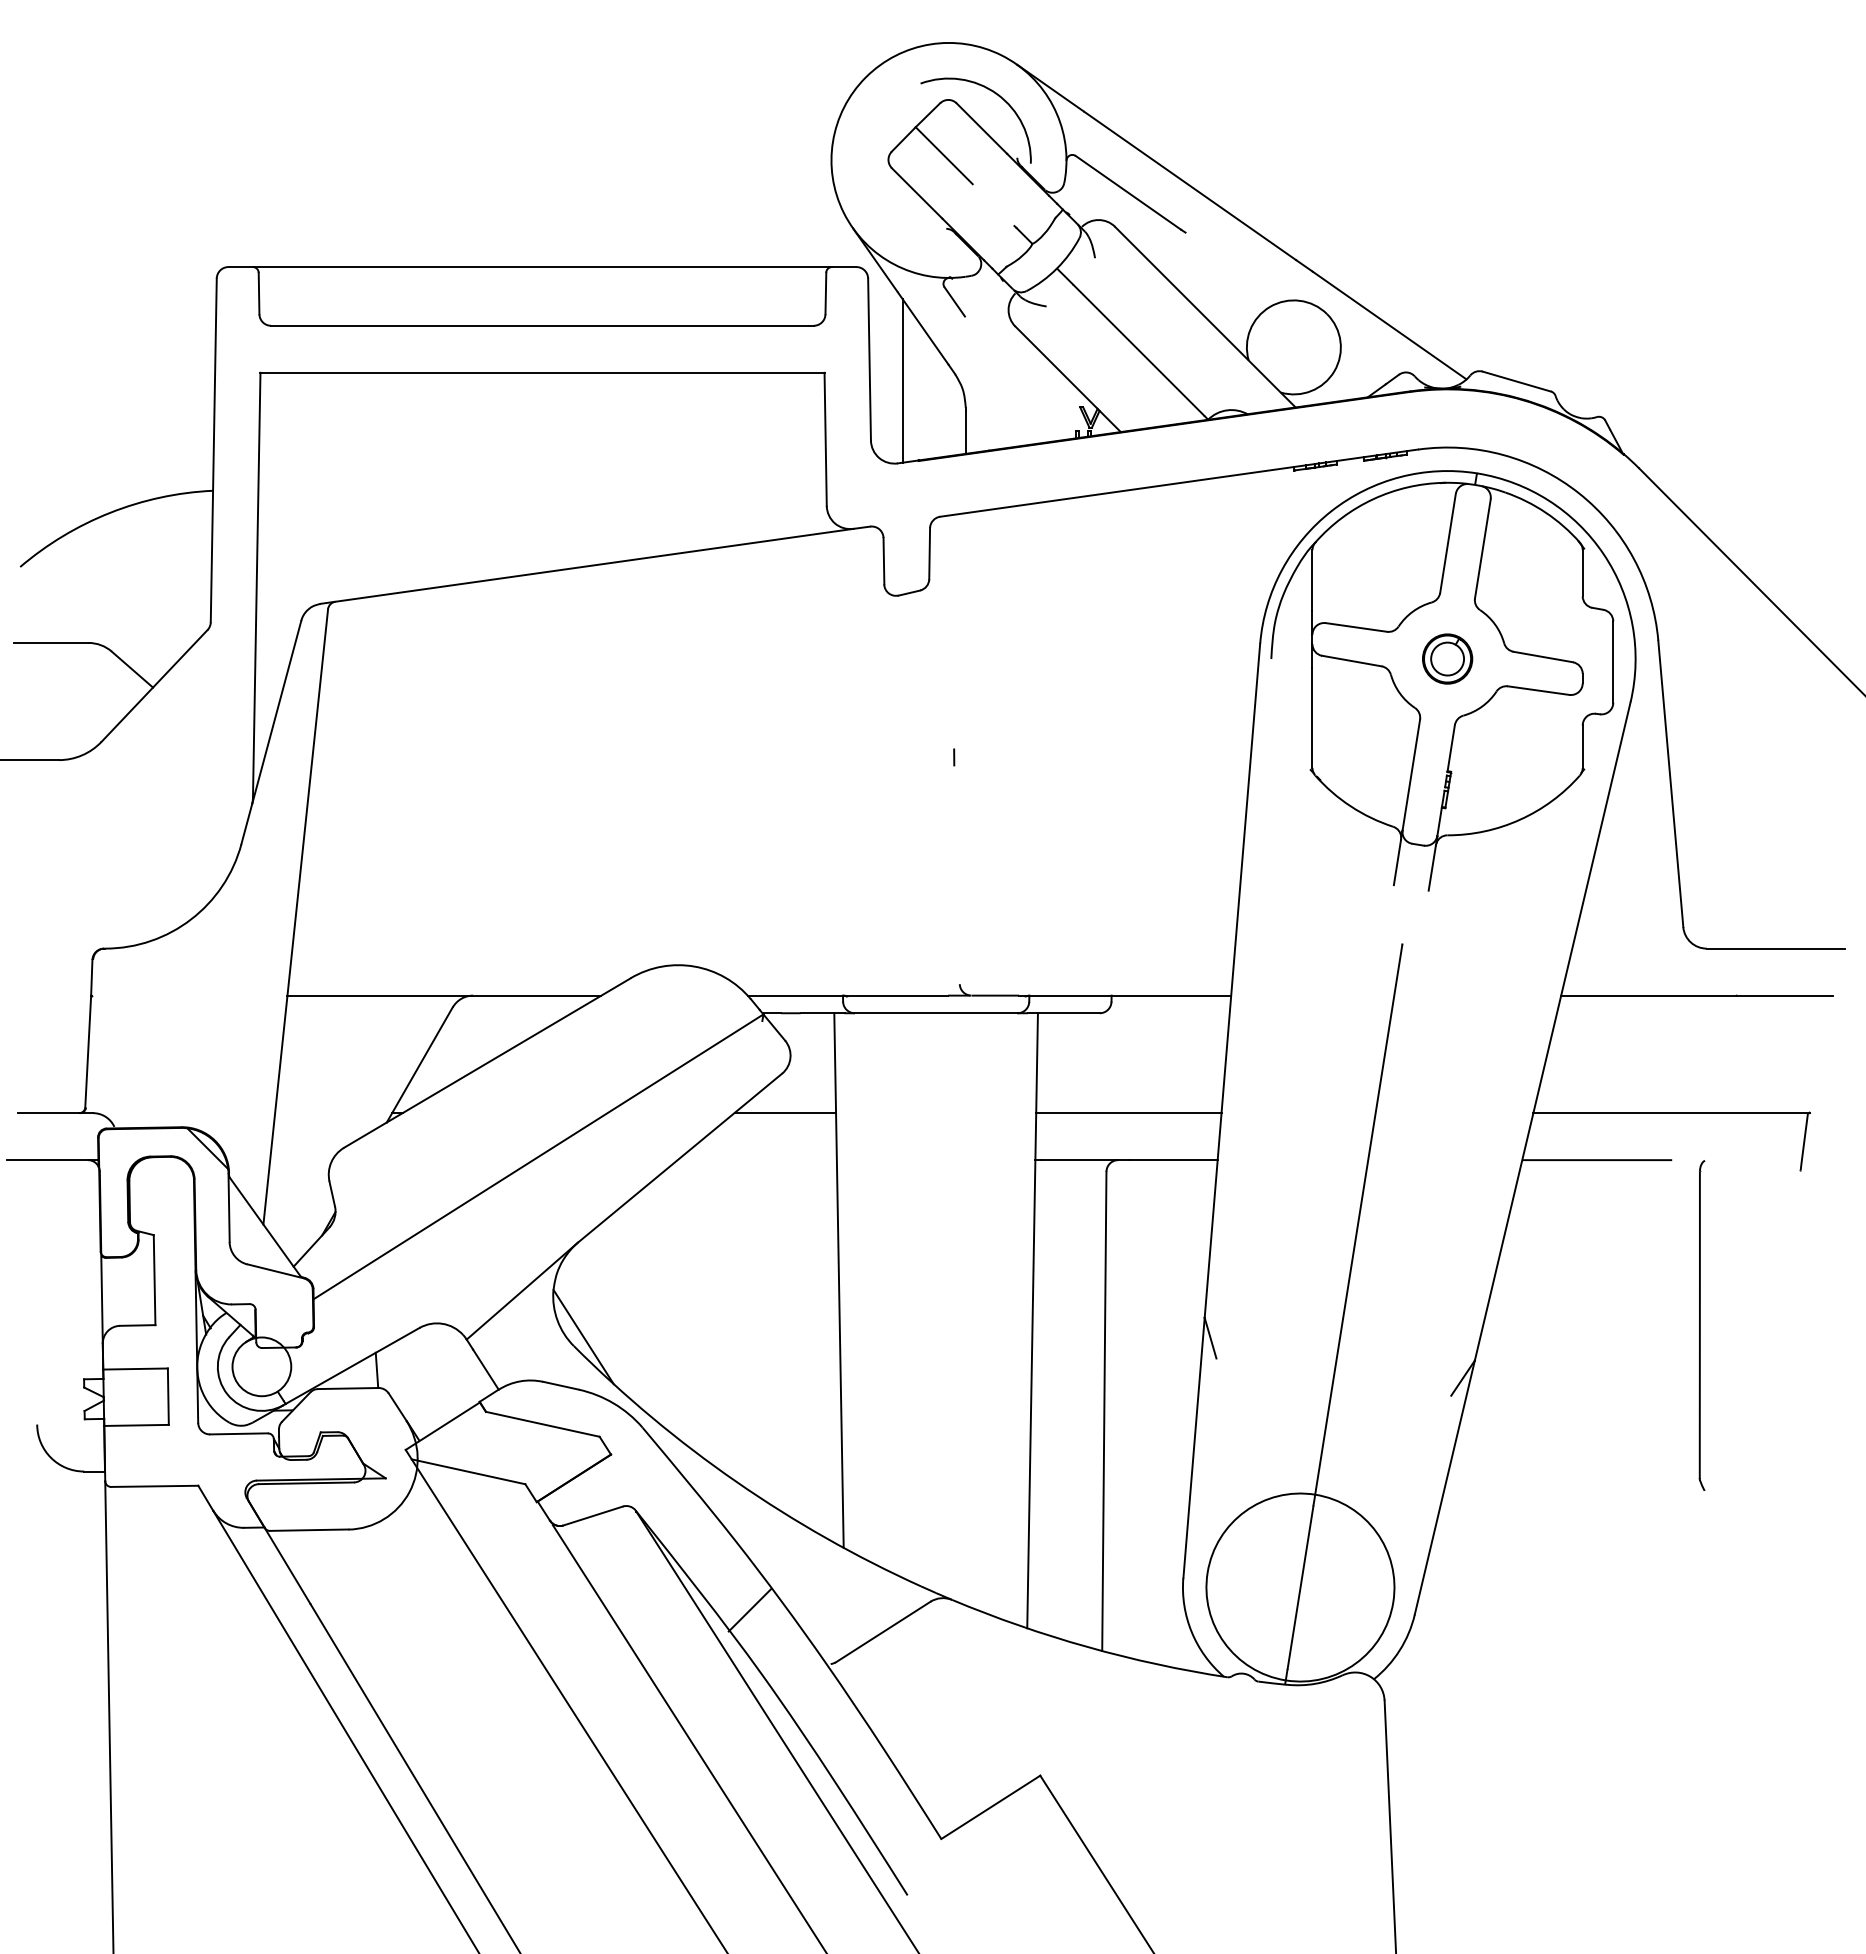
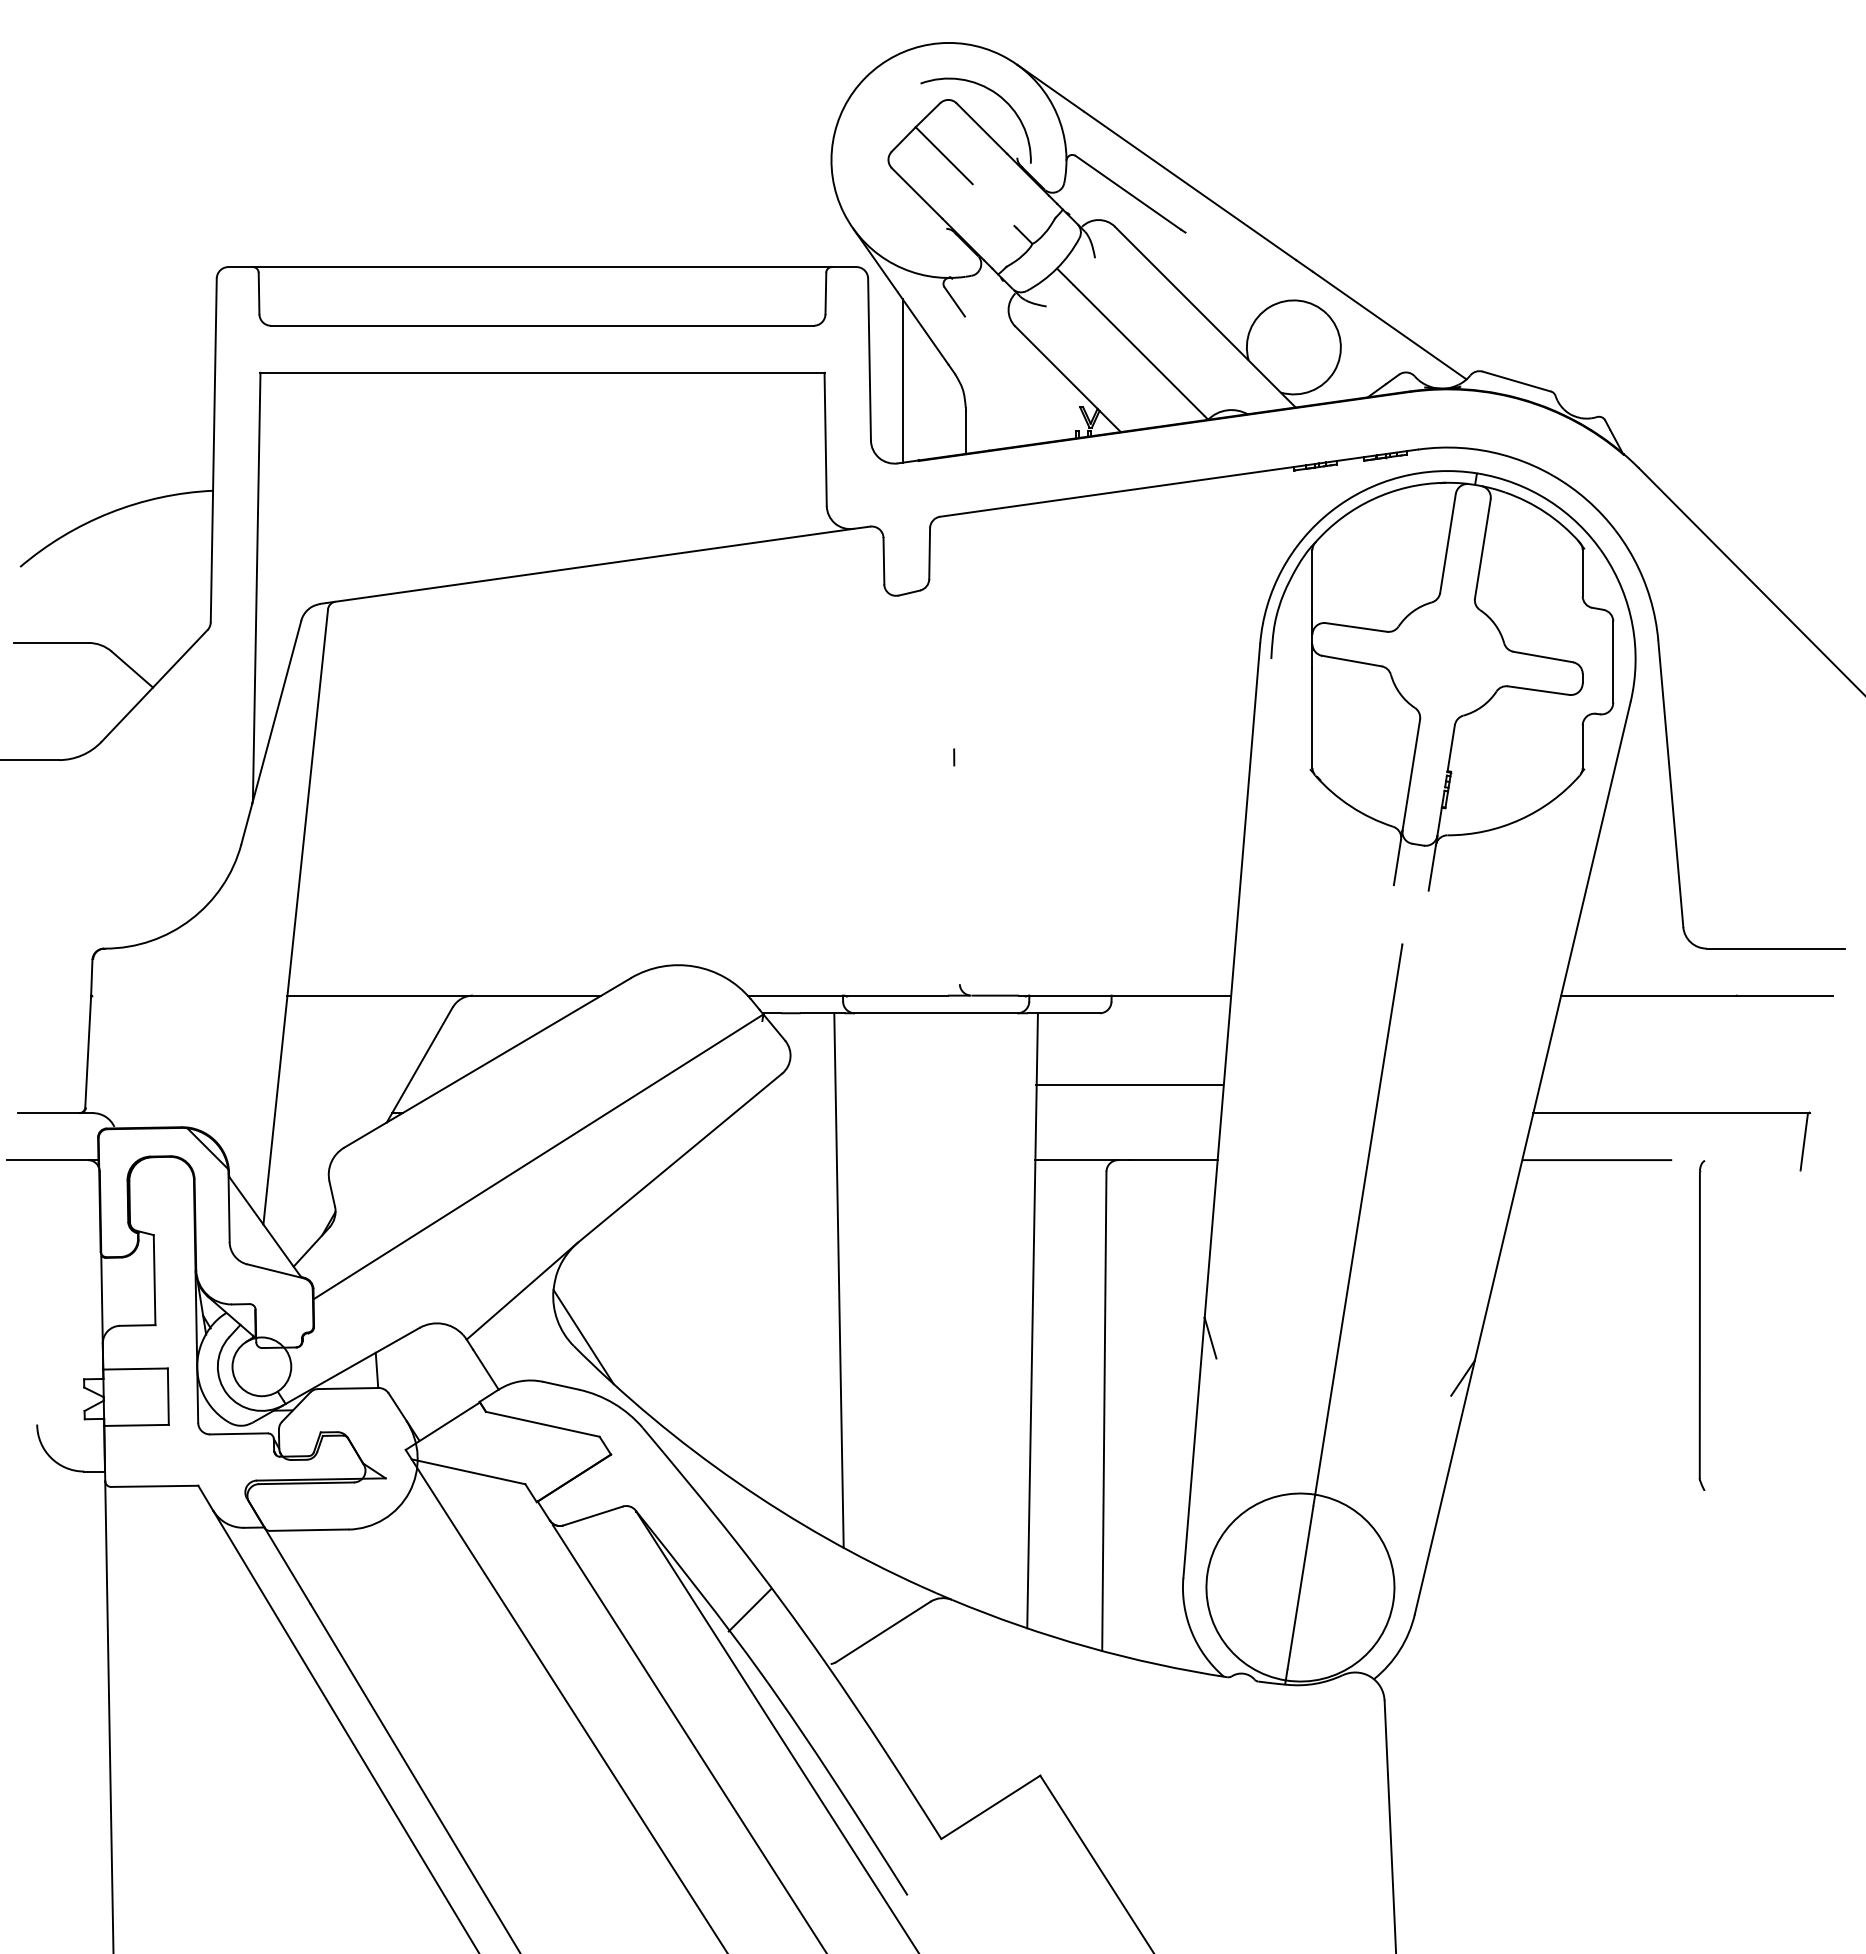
part at (1447, 658): present -> none
line at (785, 1113): present -> none
line at (1128, 1113) position: (1128, 1113) -> (1128, 1085)
